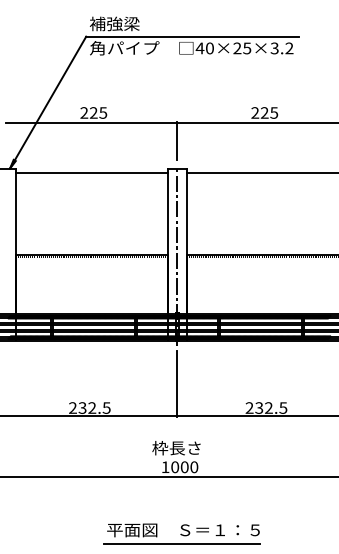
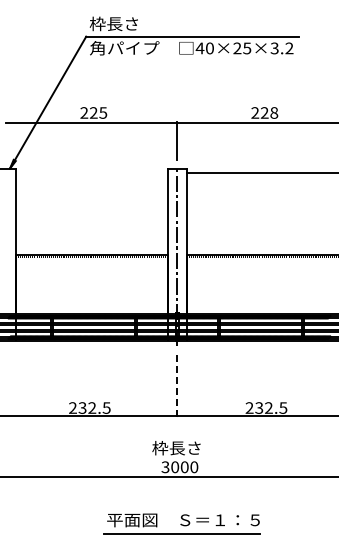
text at (114, 23): 補強梁 -> 枠長さ
text at (274, 112): 225 -> 228
line at (91, 173): present -> none
line at (177, 383): solid -> dashed
text at (165, 467): 1000 -> 3000
part at (181, 533) position: (181, 533) -> (181, 523)
